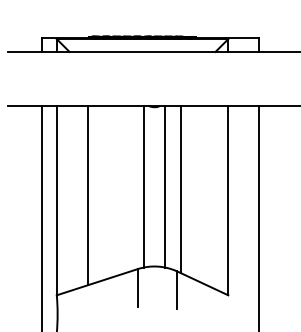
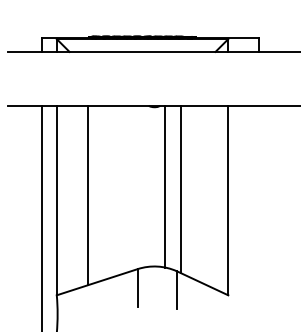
line at (143, 186): present -> none
line at (258, 216): present -> none
